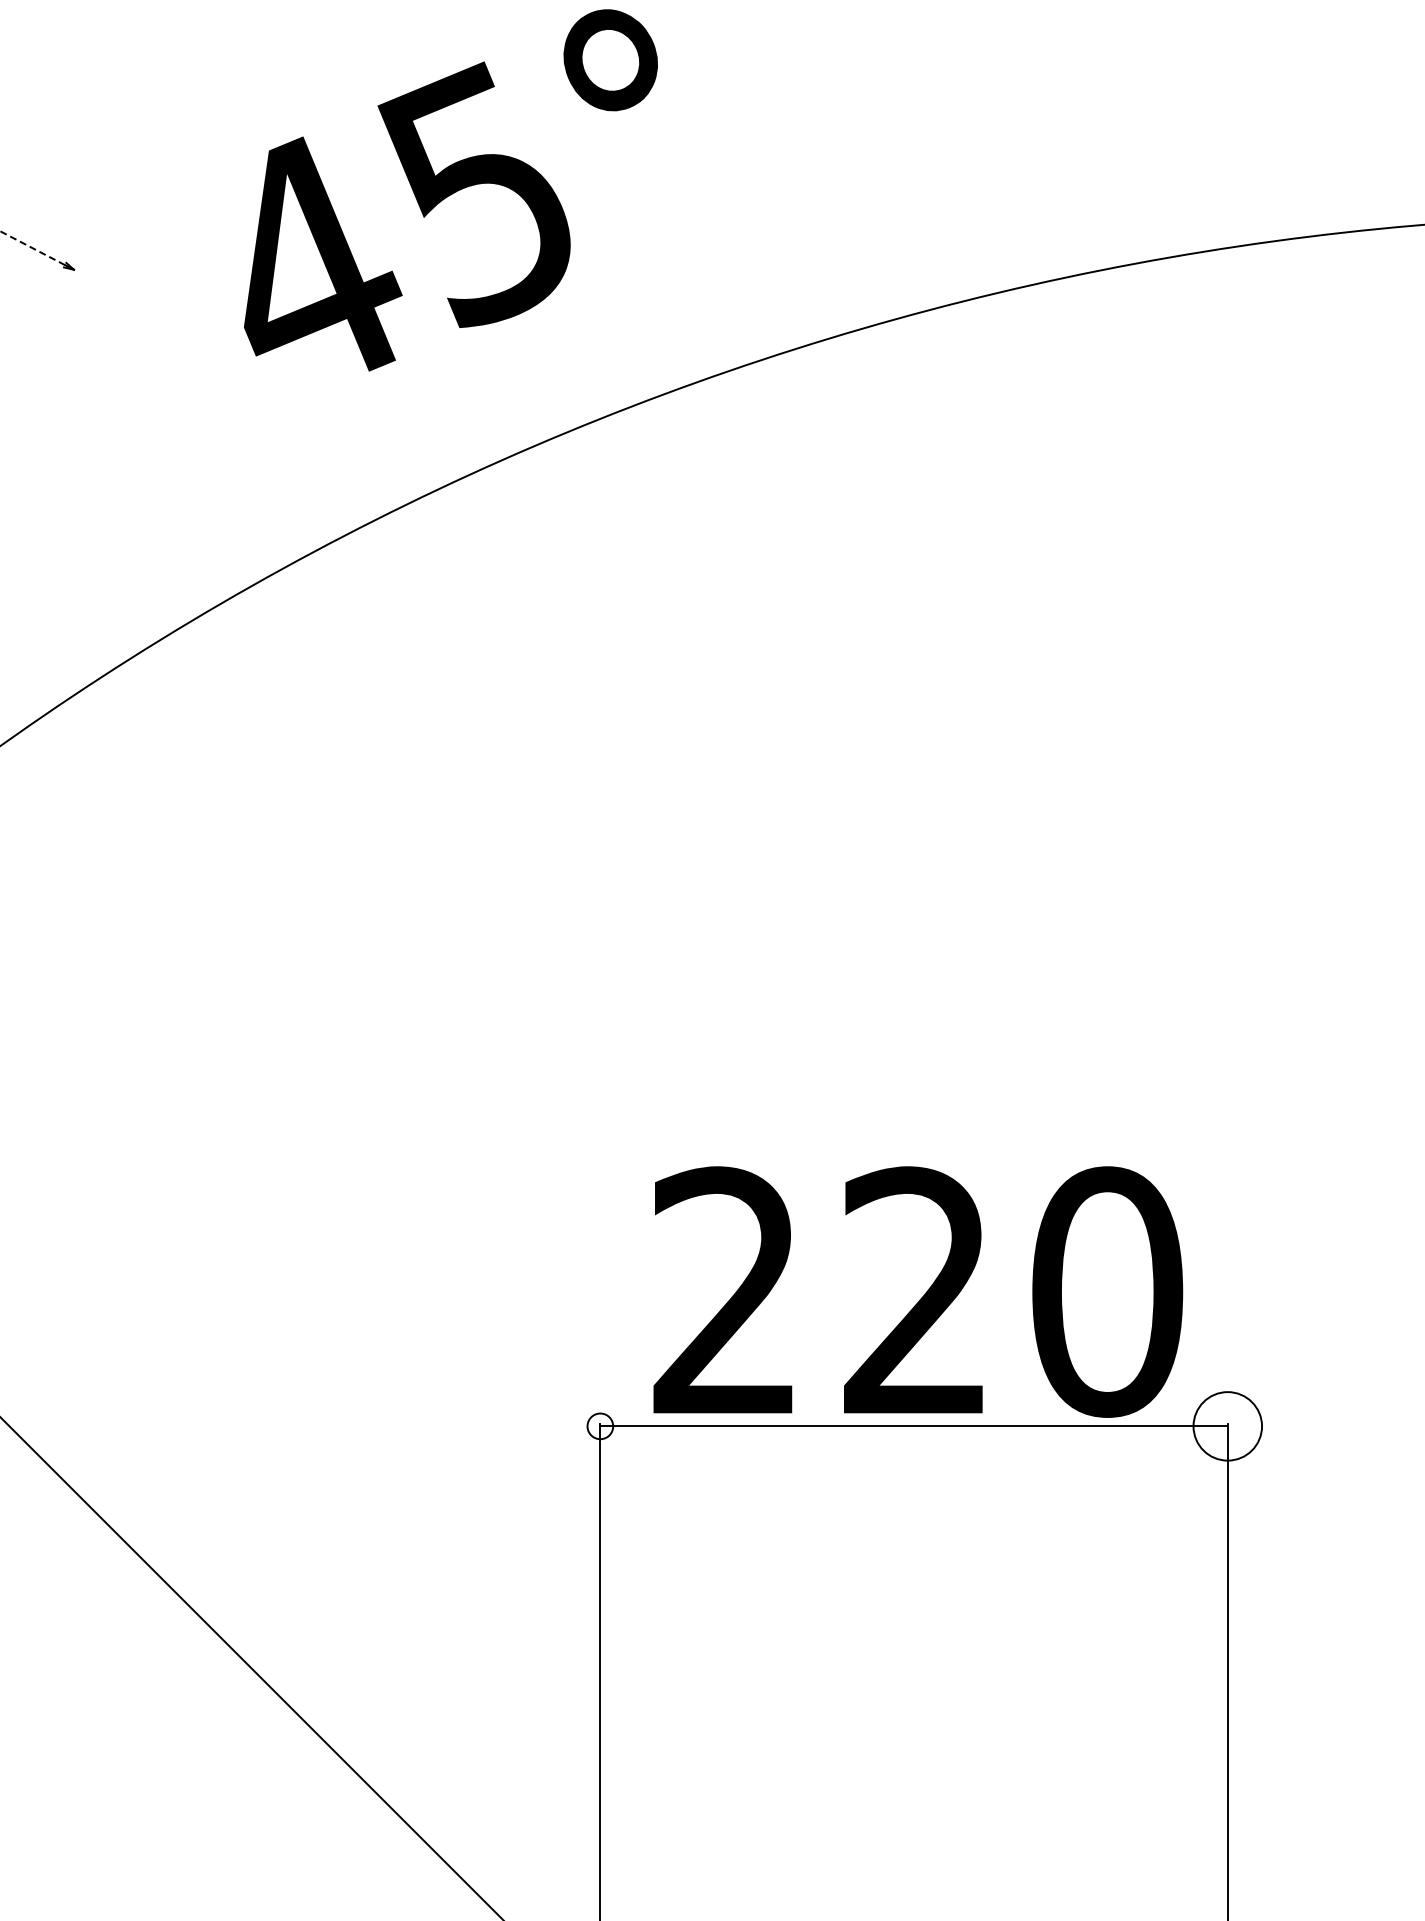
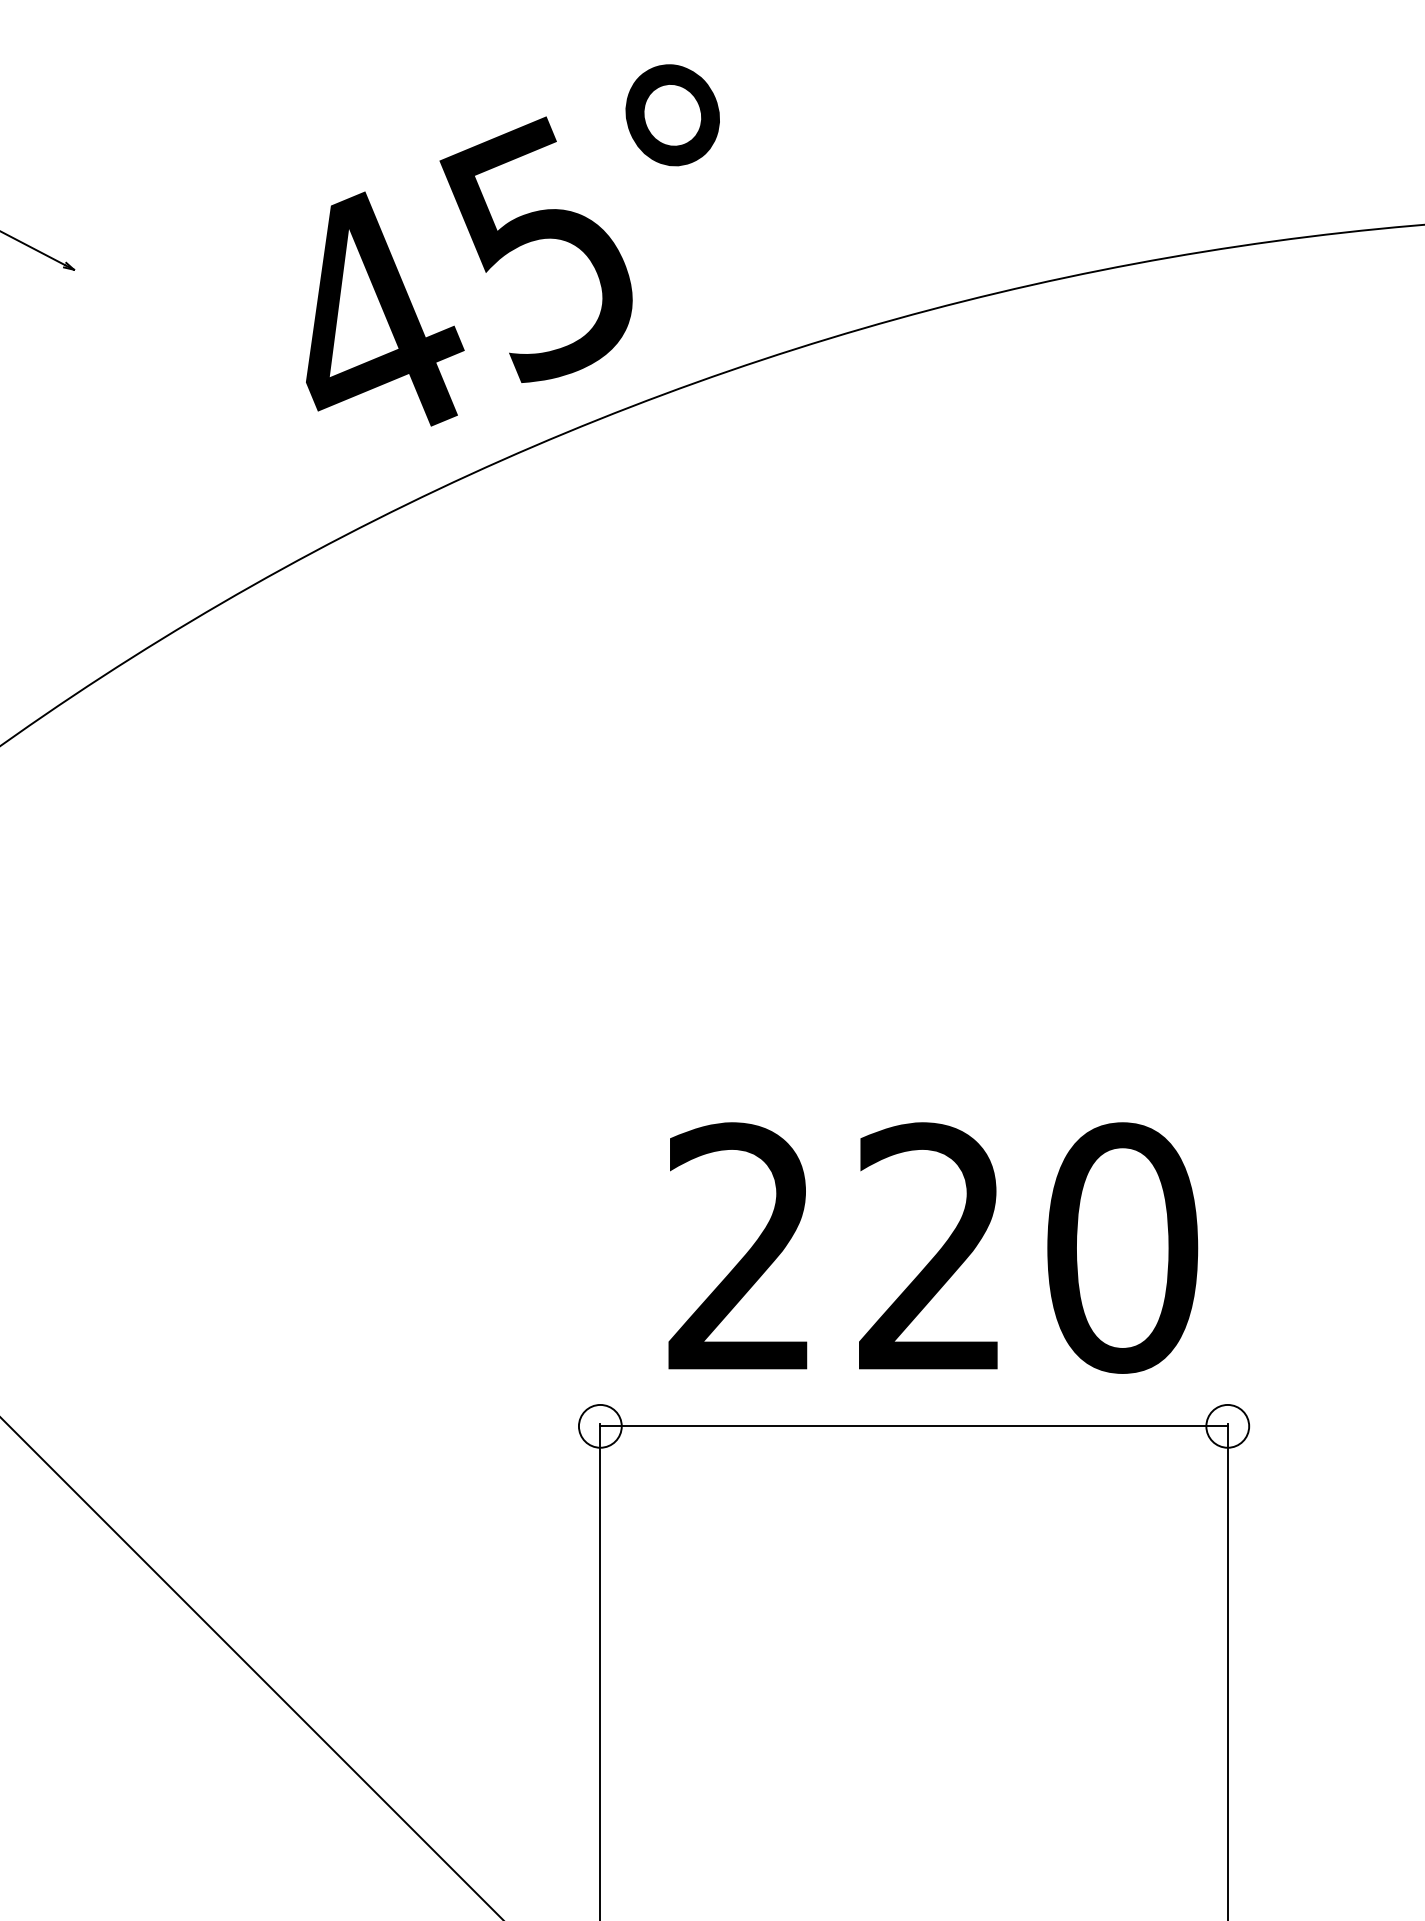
text at (450, 190) position: (450, 190) -> (512, 245)
line at (32, 248): dashed -> solid
text at (918, 1291) position: (918, 1291) -> (933, 1247)
circle at (600, 1426) diameter: 26 px -> 43 px
circle at (1227, 1426) diameter: 69 px -> 43 px
